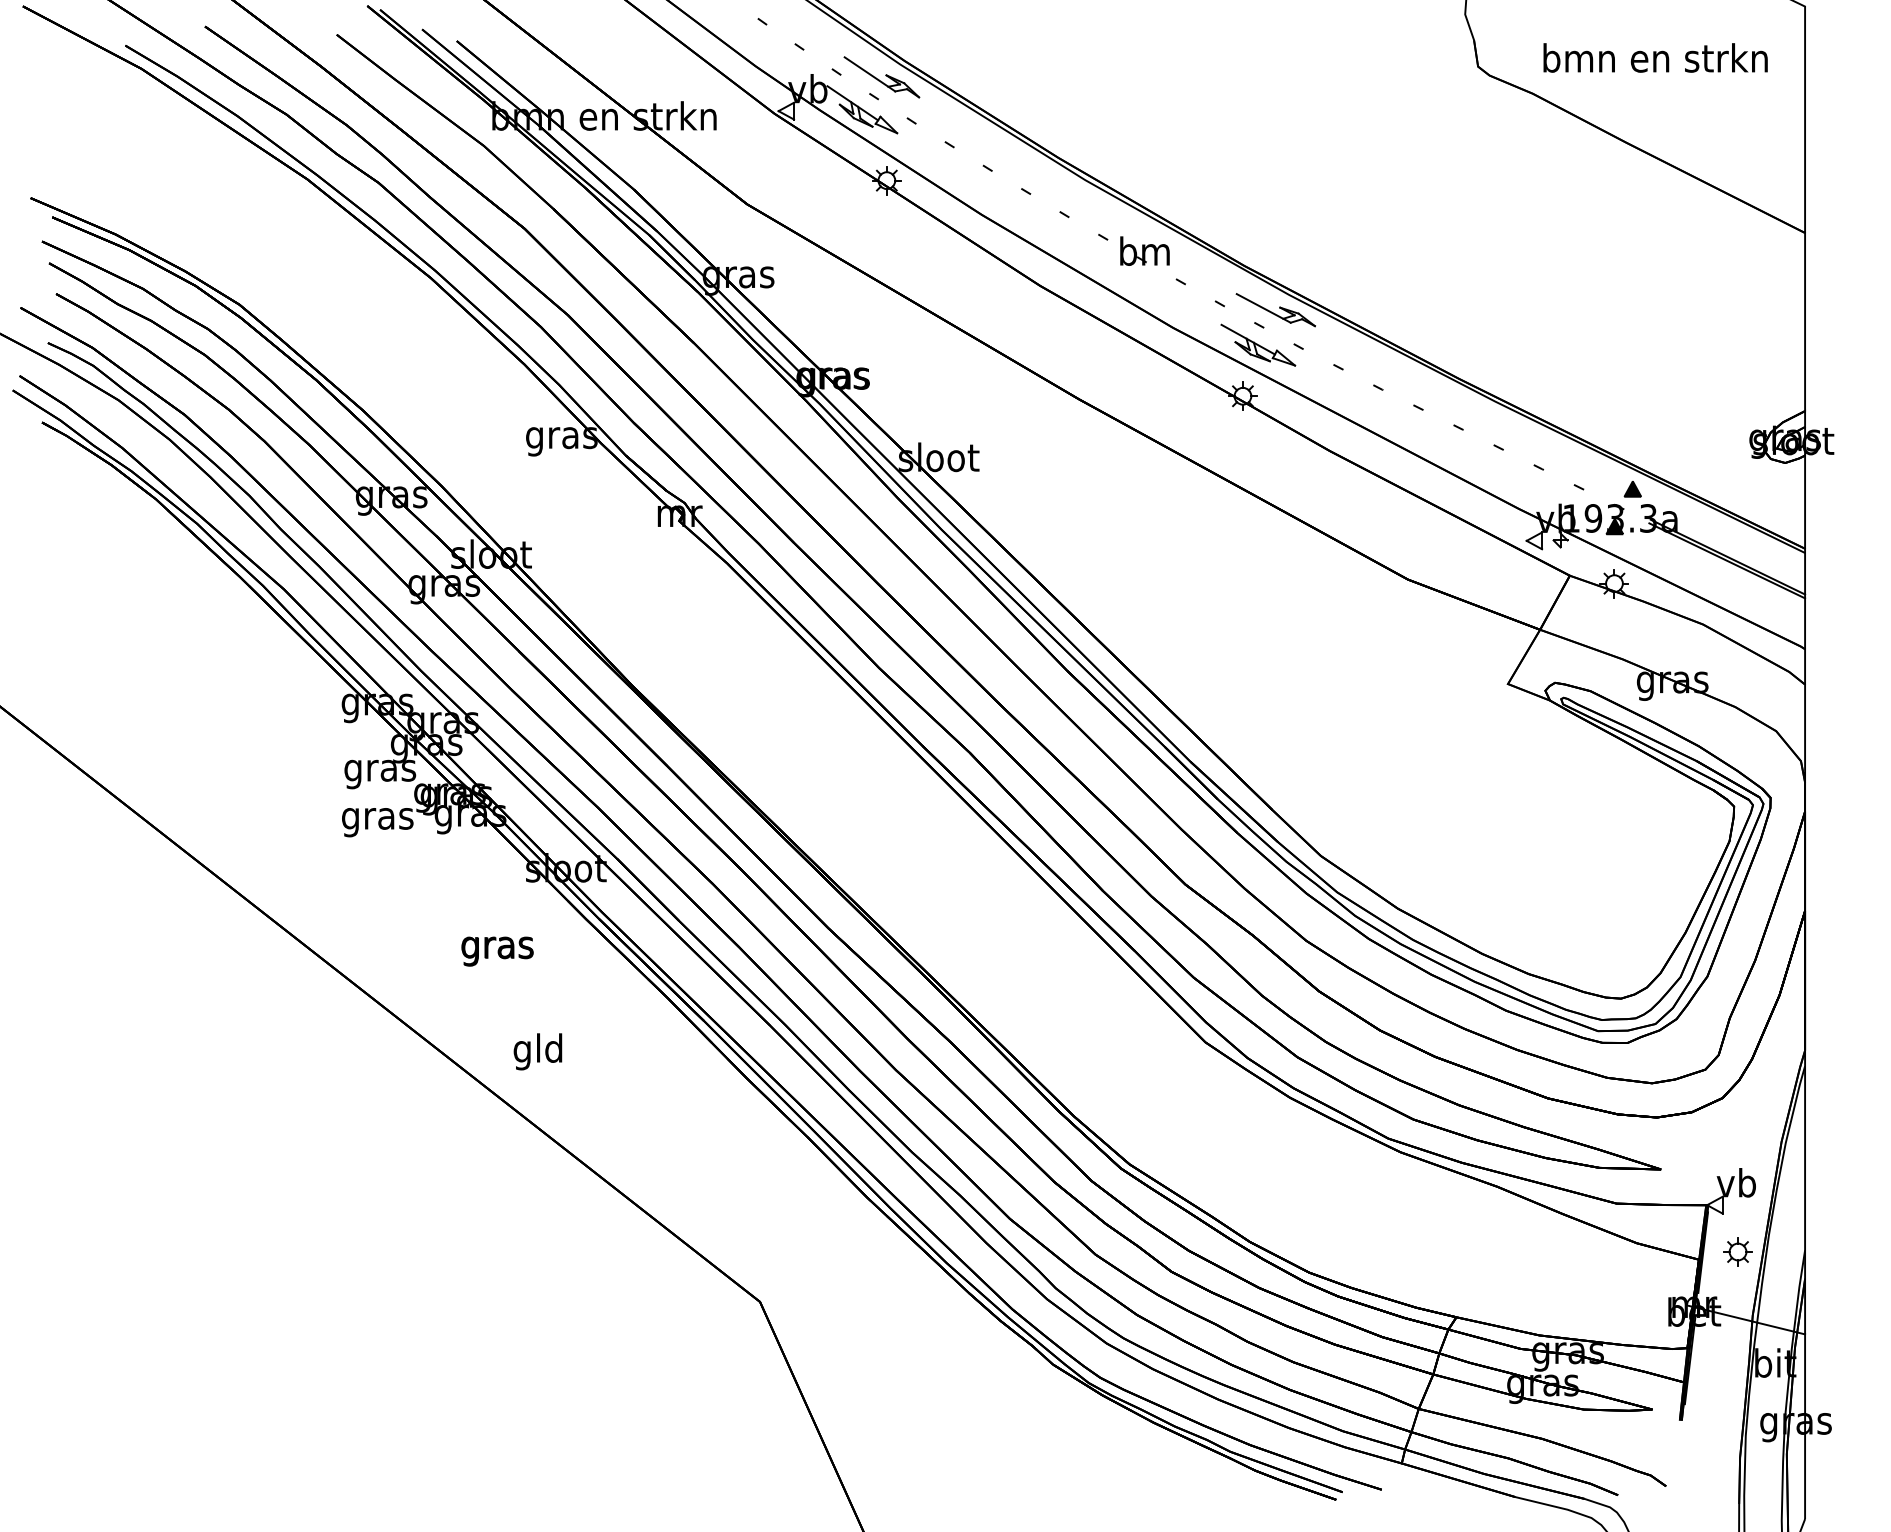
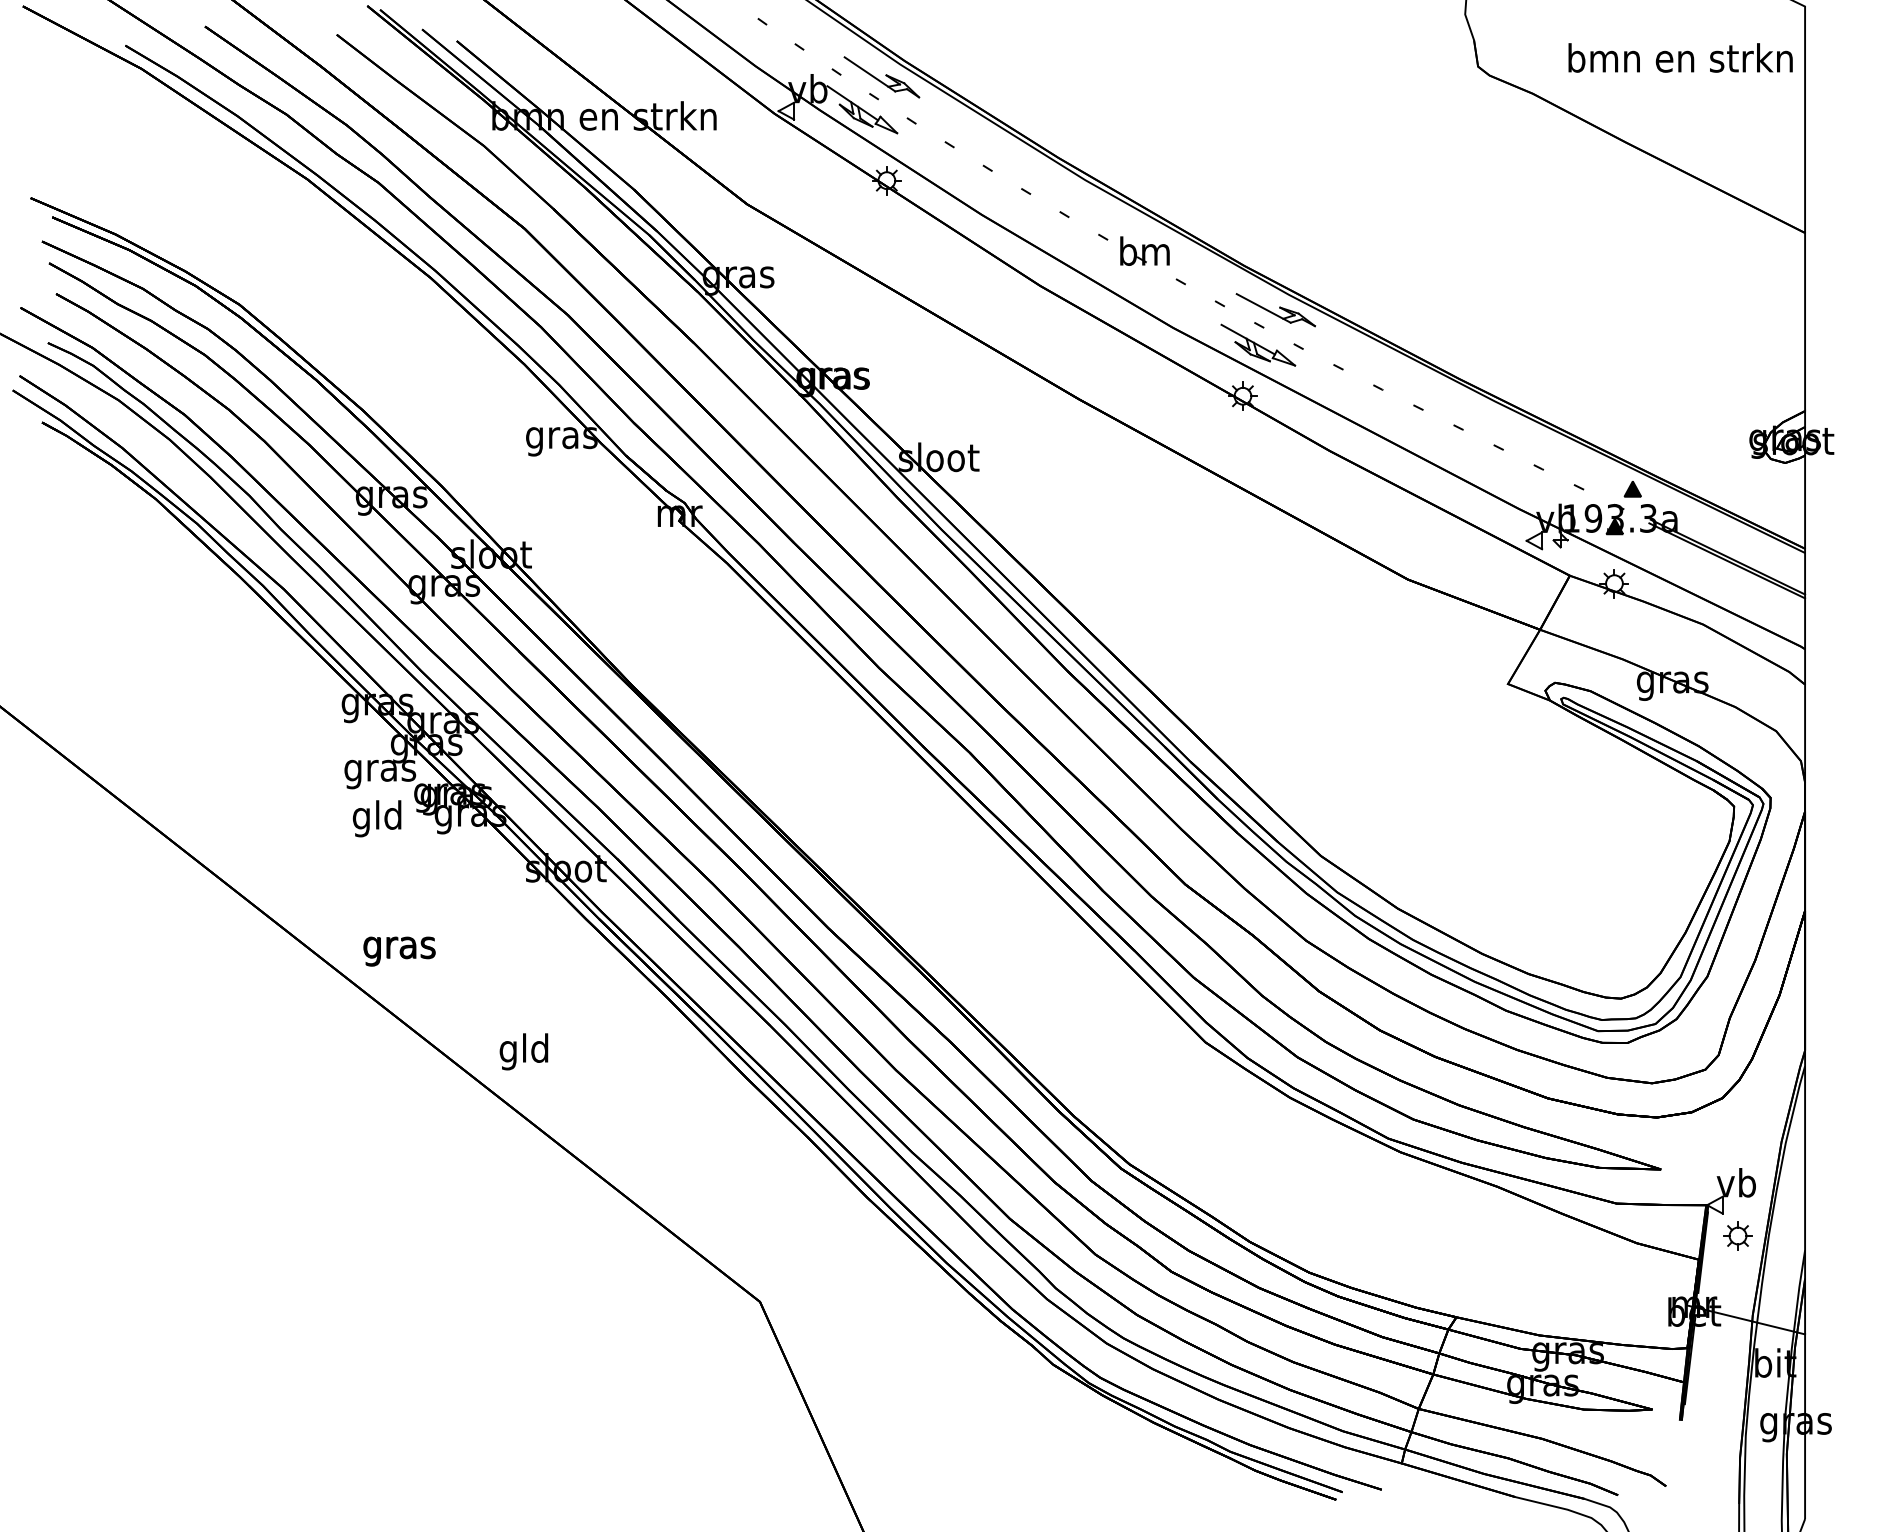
text at (1655, 57) position: (1655, 57) -> (1680, 57)
text at (377, 818): gras -> gld
text at (497, 951) position: (497, 951) -> (399, 951)
text at (537, 1051) position: (537, 1051) -> (523, 1051)
part at (1737, 1251) position: (1737, 1251) -> (1737, 1235)
